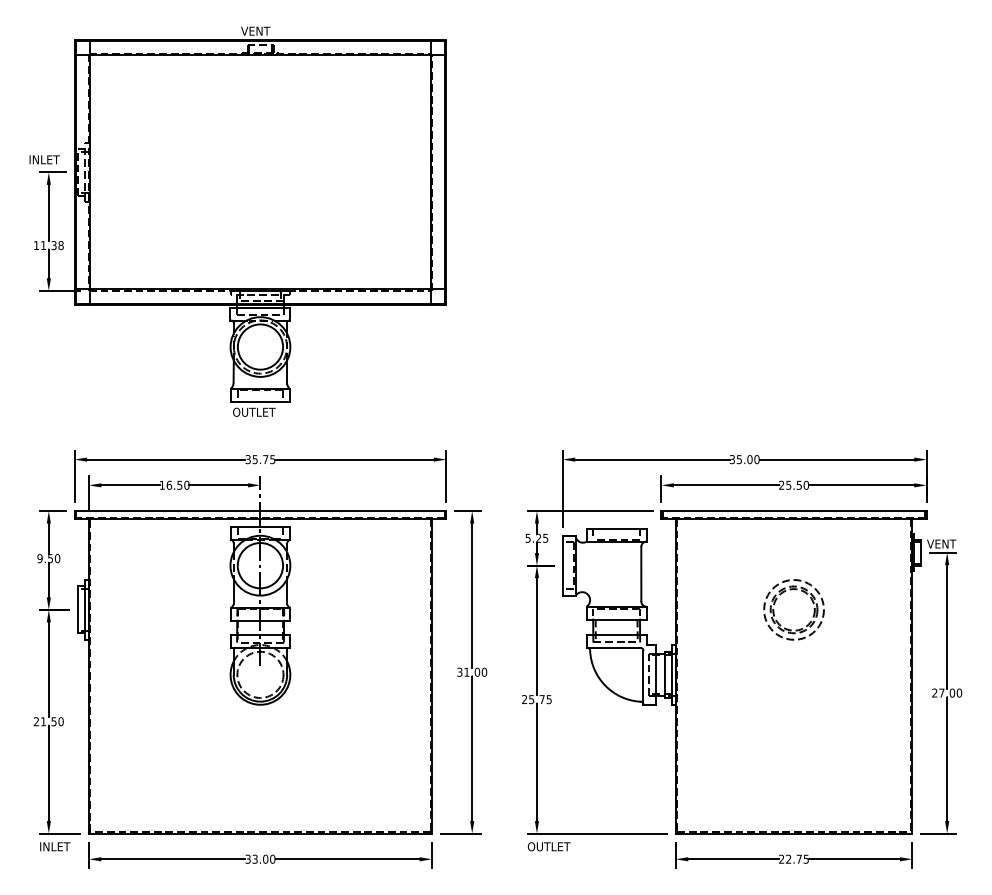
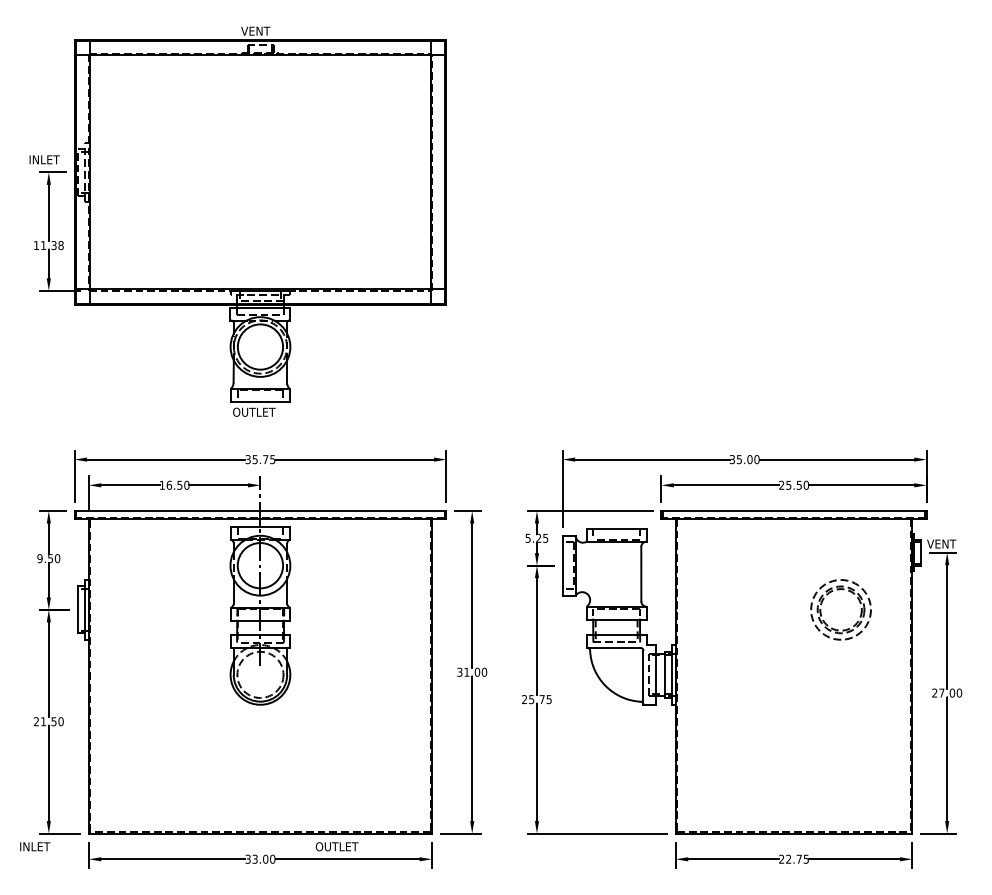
part at (776, 601) position: (776, 601) -> (823, 601)
text at (55, 846) position: (55, 846) -> (35, 846)
text at (548, 846) position: (548, 846) -> (336, 846)
